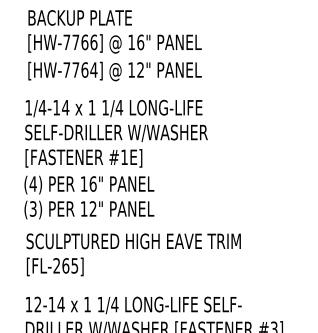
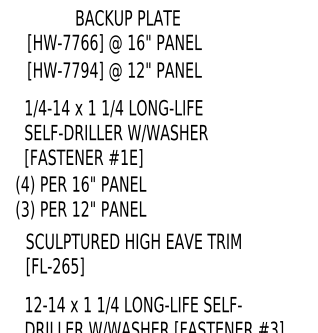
text at (79, 17) position: (79, 17) -> (127, 17)
text at (84, 69): [HW-7764] -> [HW-7794]
text at (89, 197) position: (89, 197) -> (81, 197)
